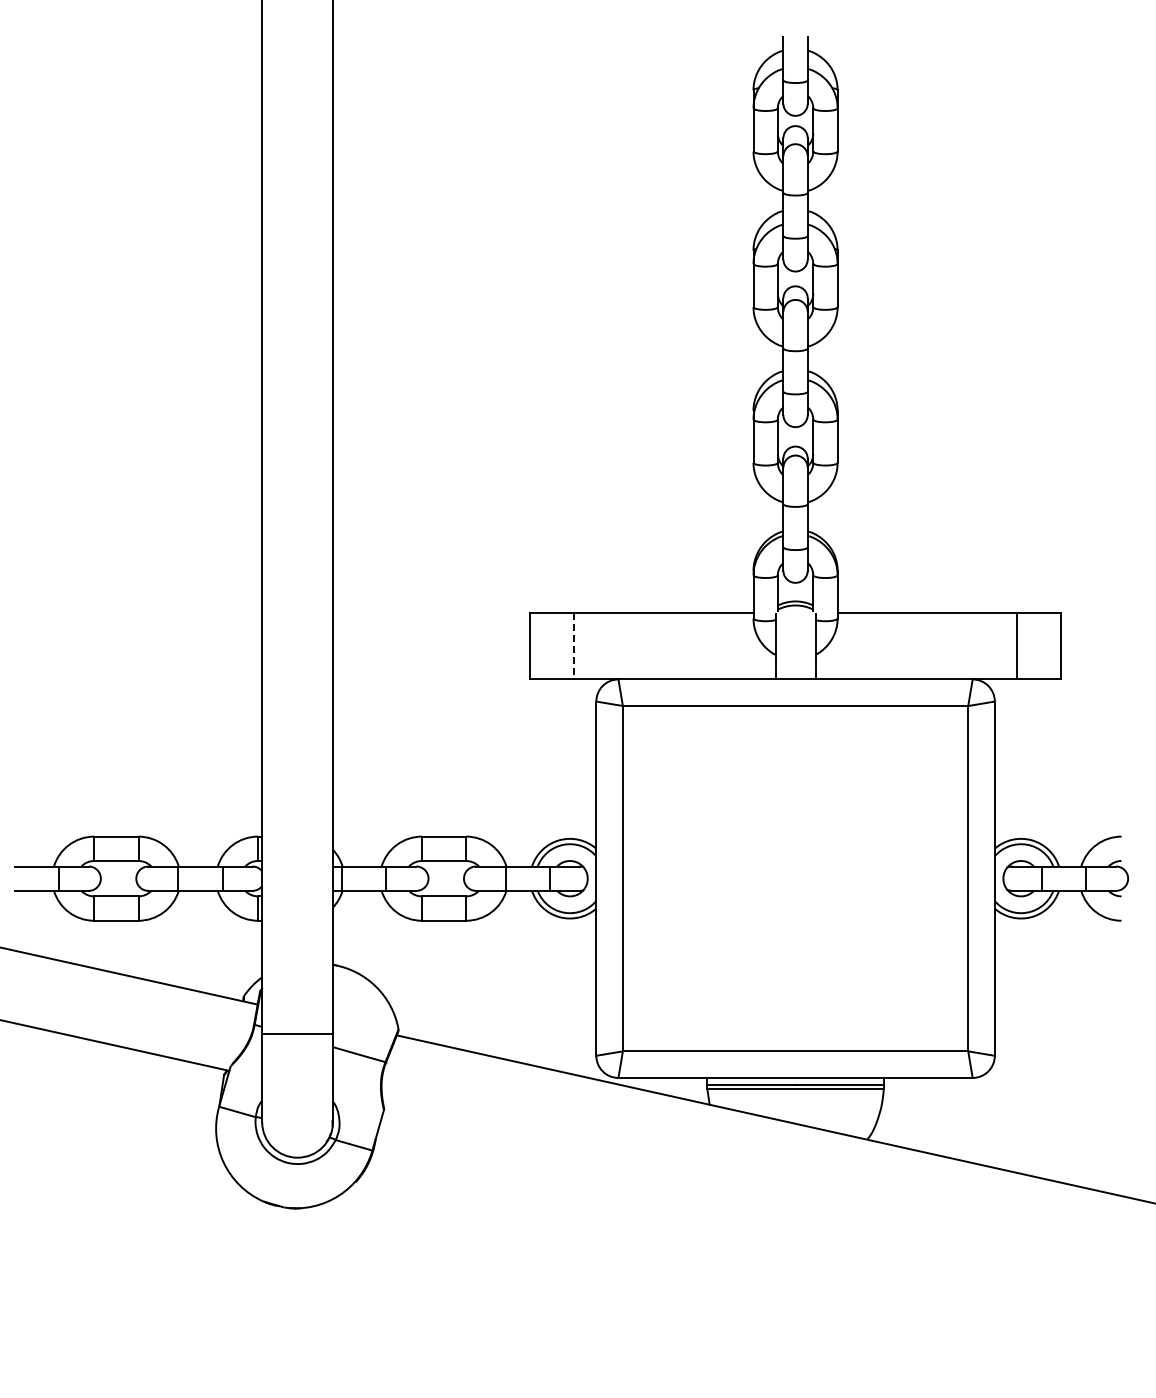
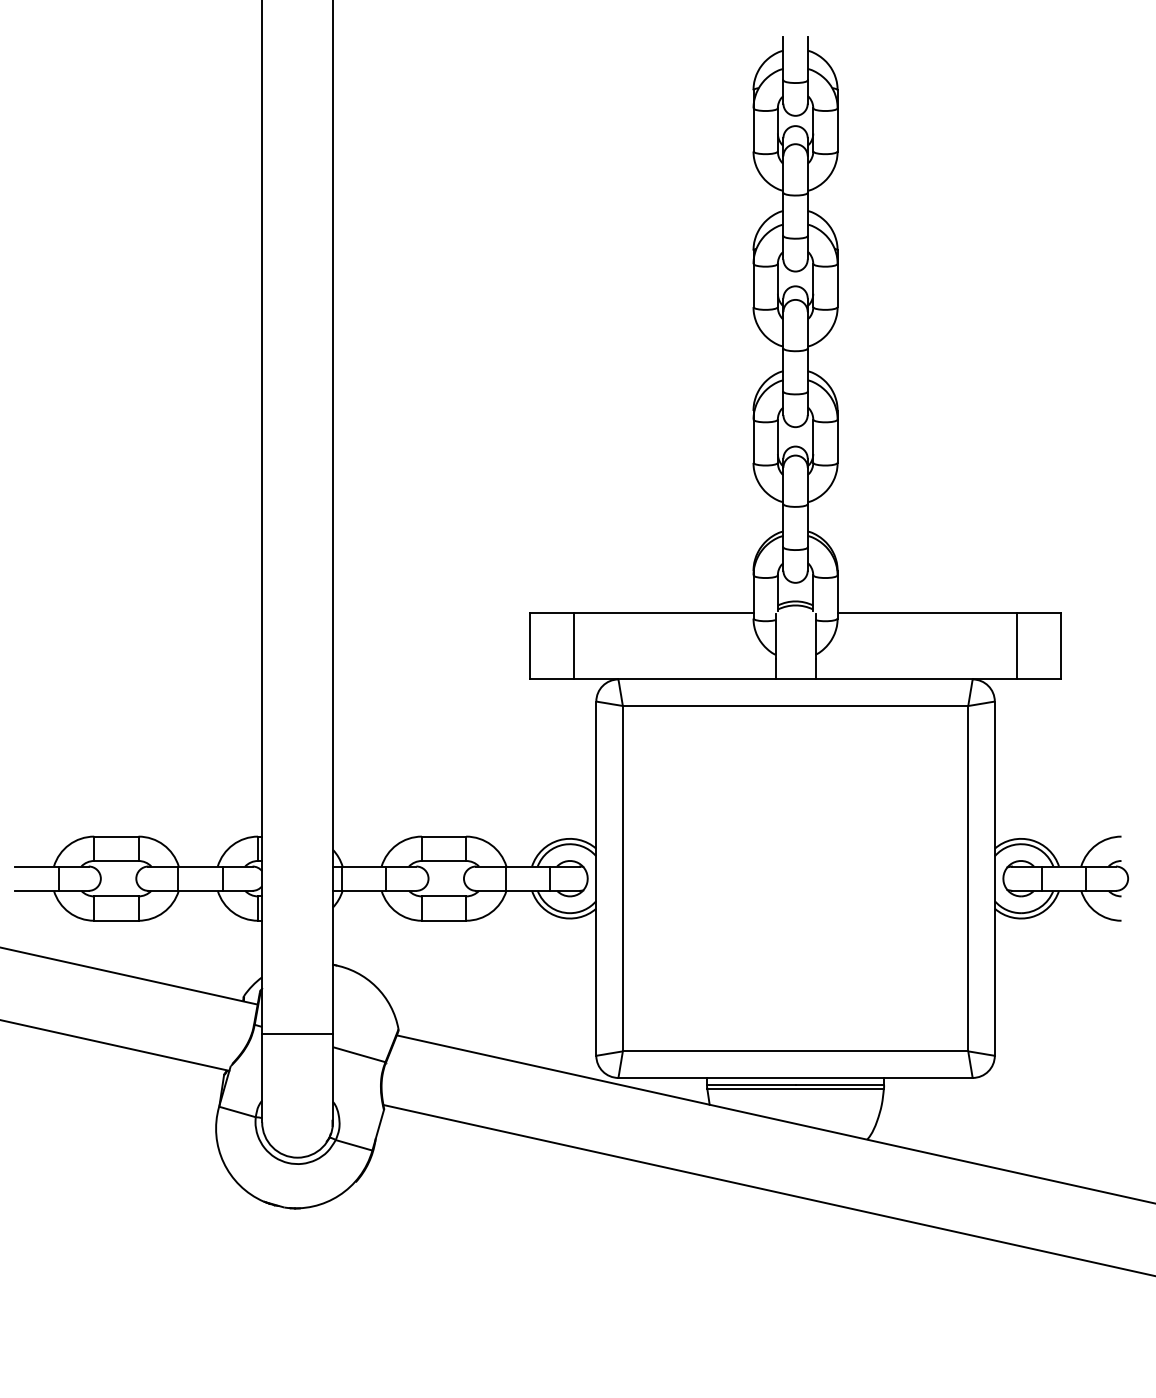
line at (574, 646): dashed -> solid
line at (767, 1190): none -> present
